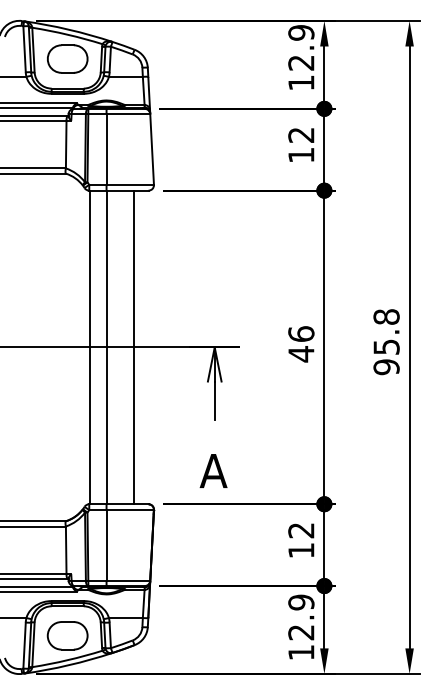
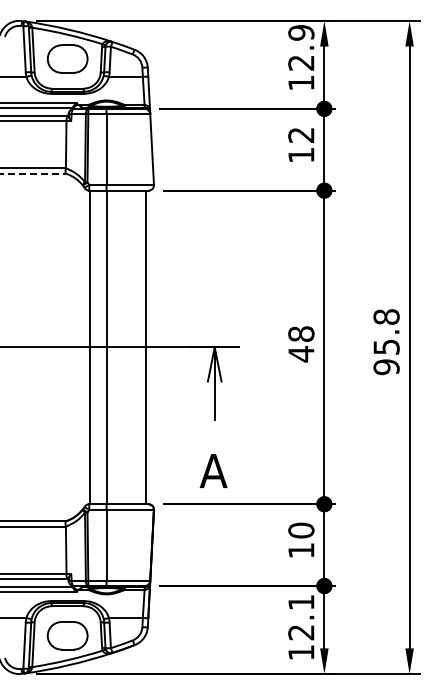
line at (33, 173): solid -> dashed
text at (301, 333): 46 -> 48
line at (133, 347) position: (133, 347) -> (145, 347)
text at (301, 530): 12 -> 10
text at (301, 602): 12.9 -> 12.1
